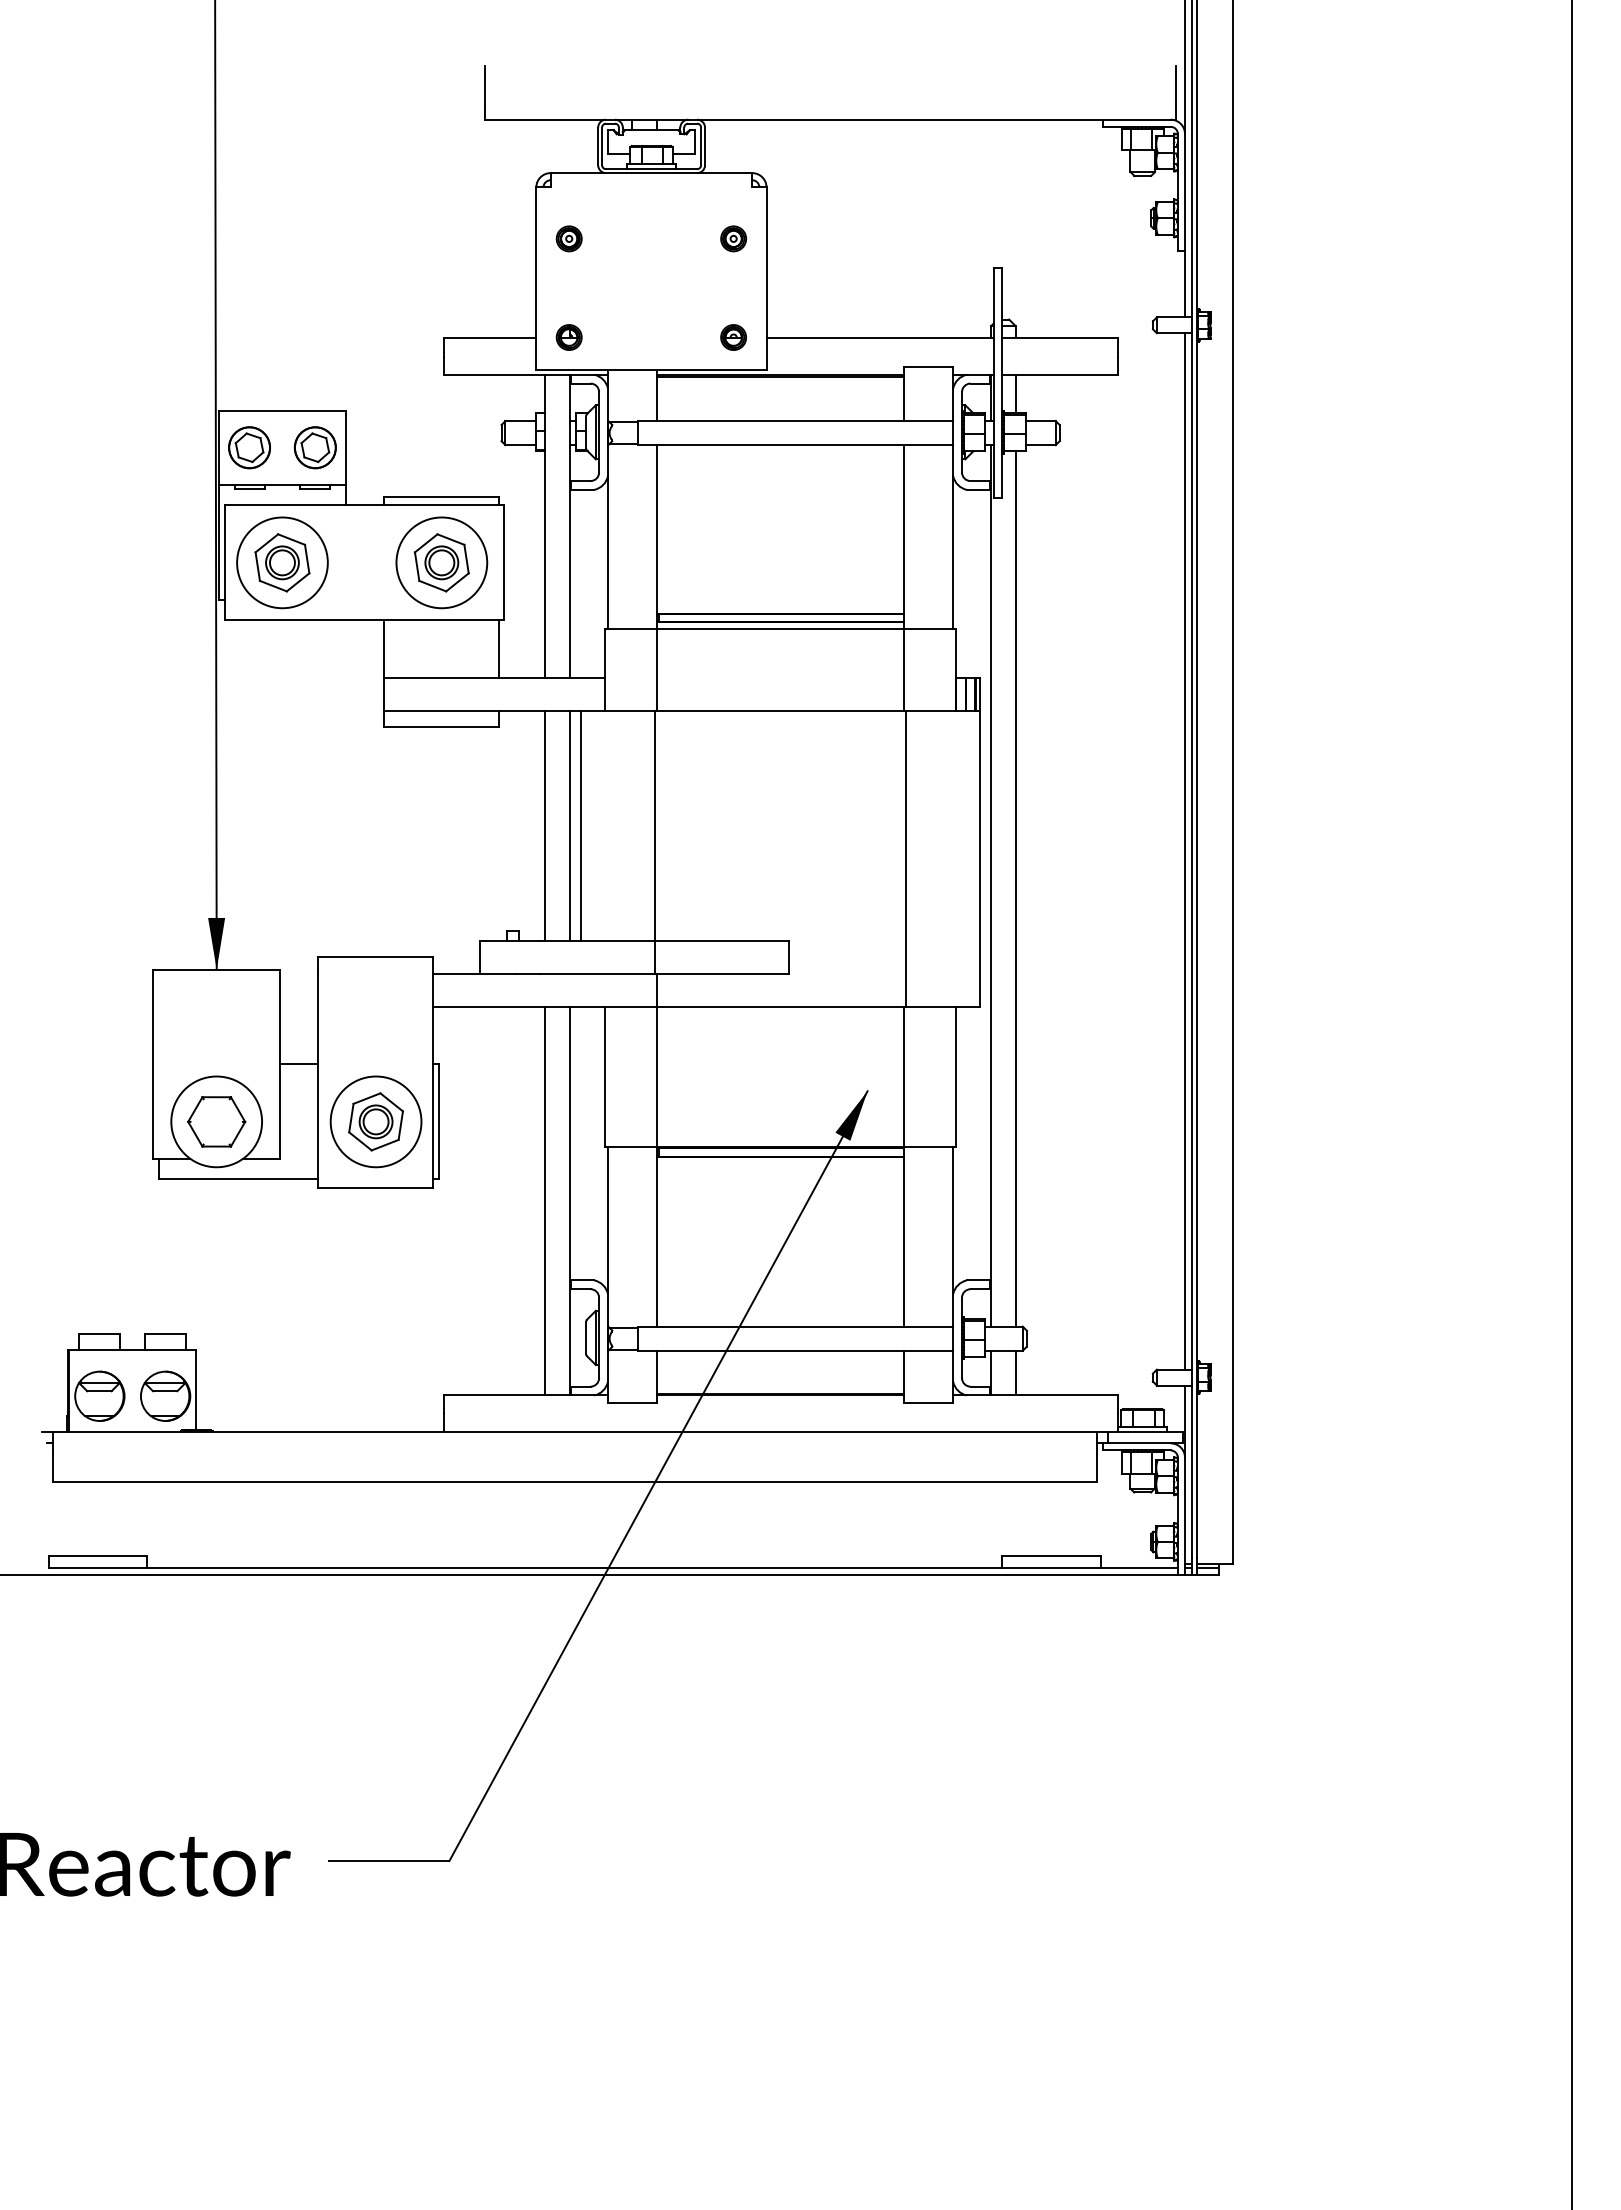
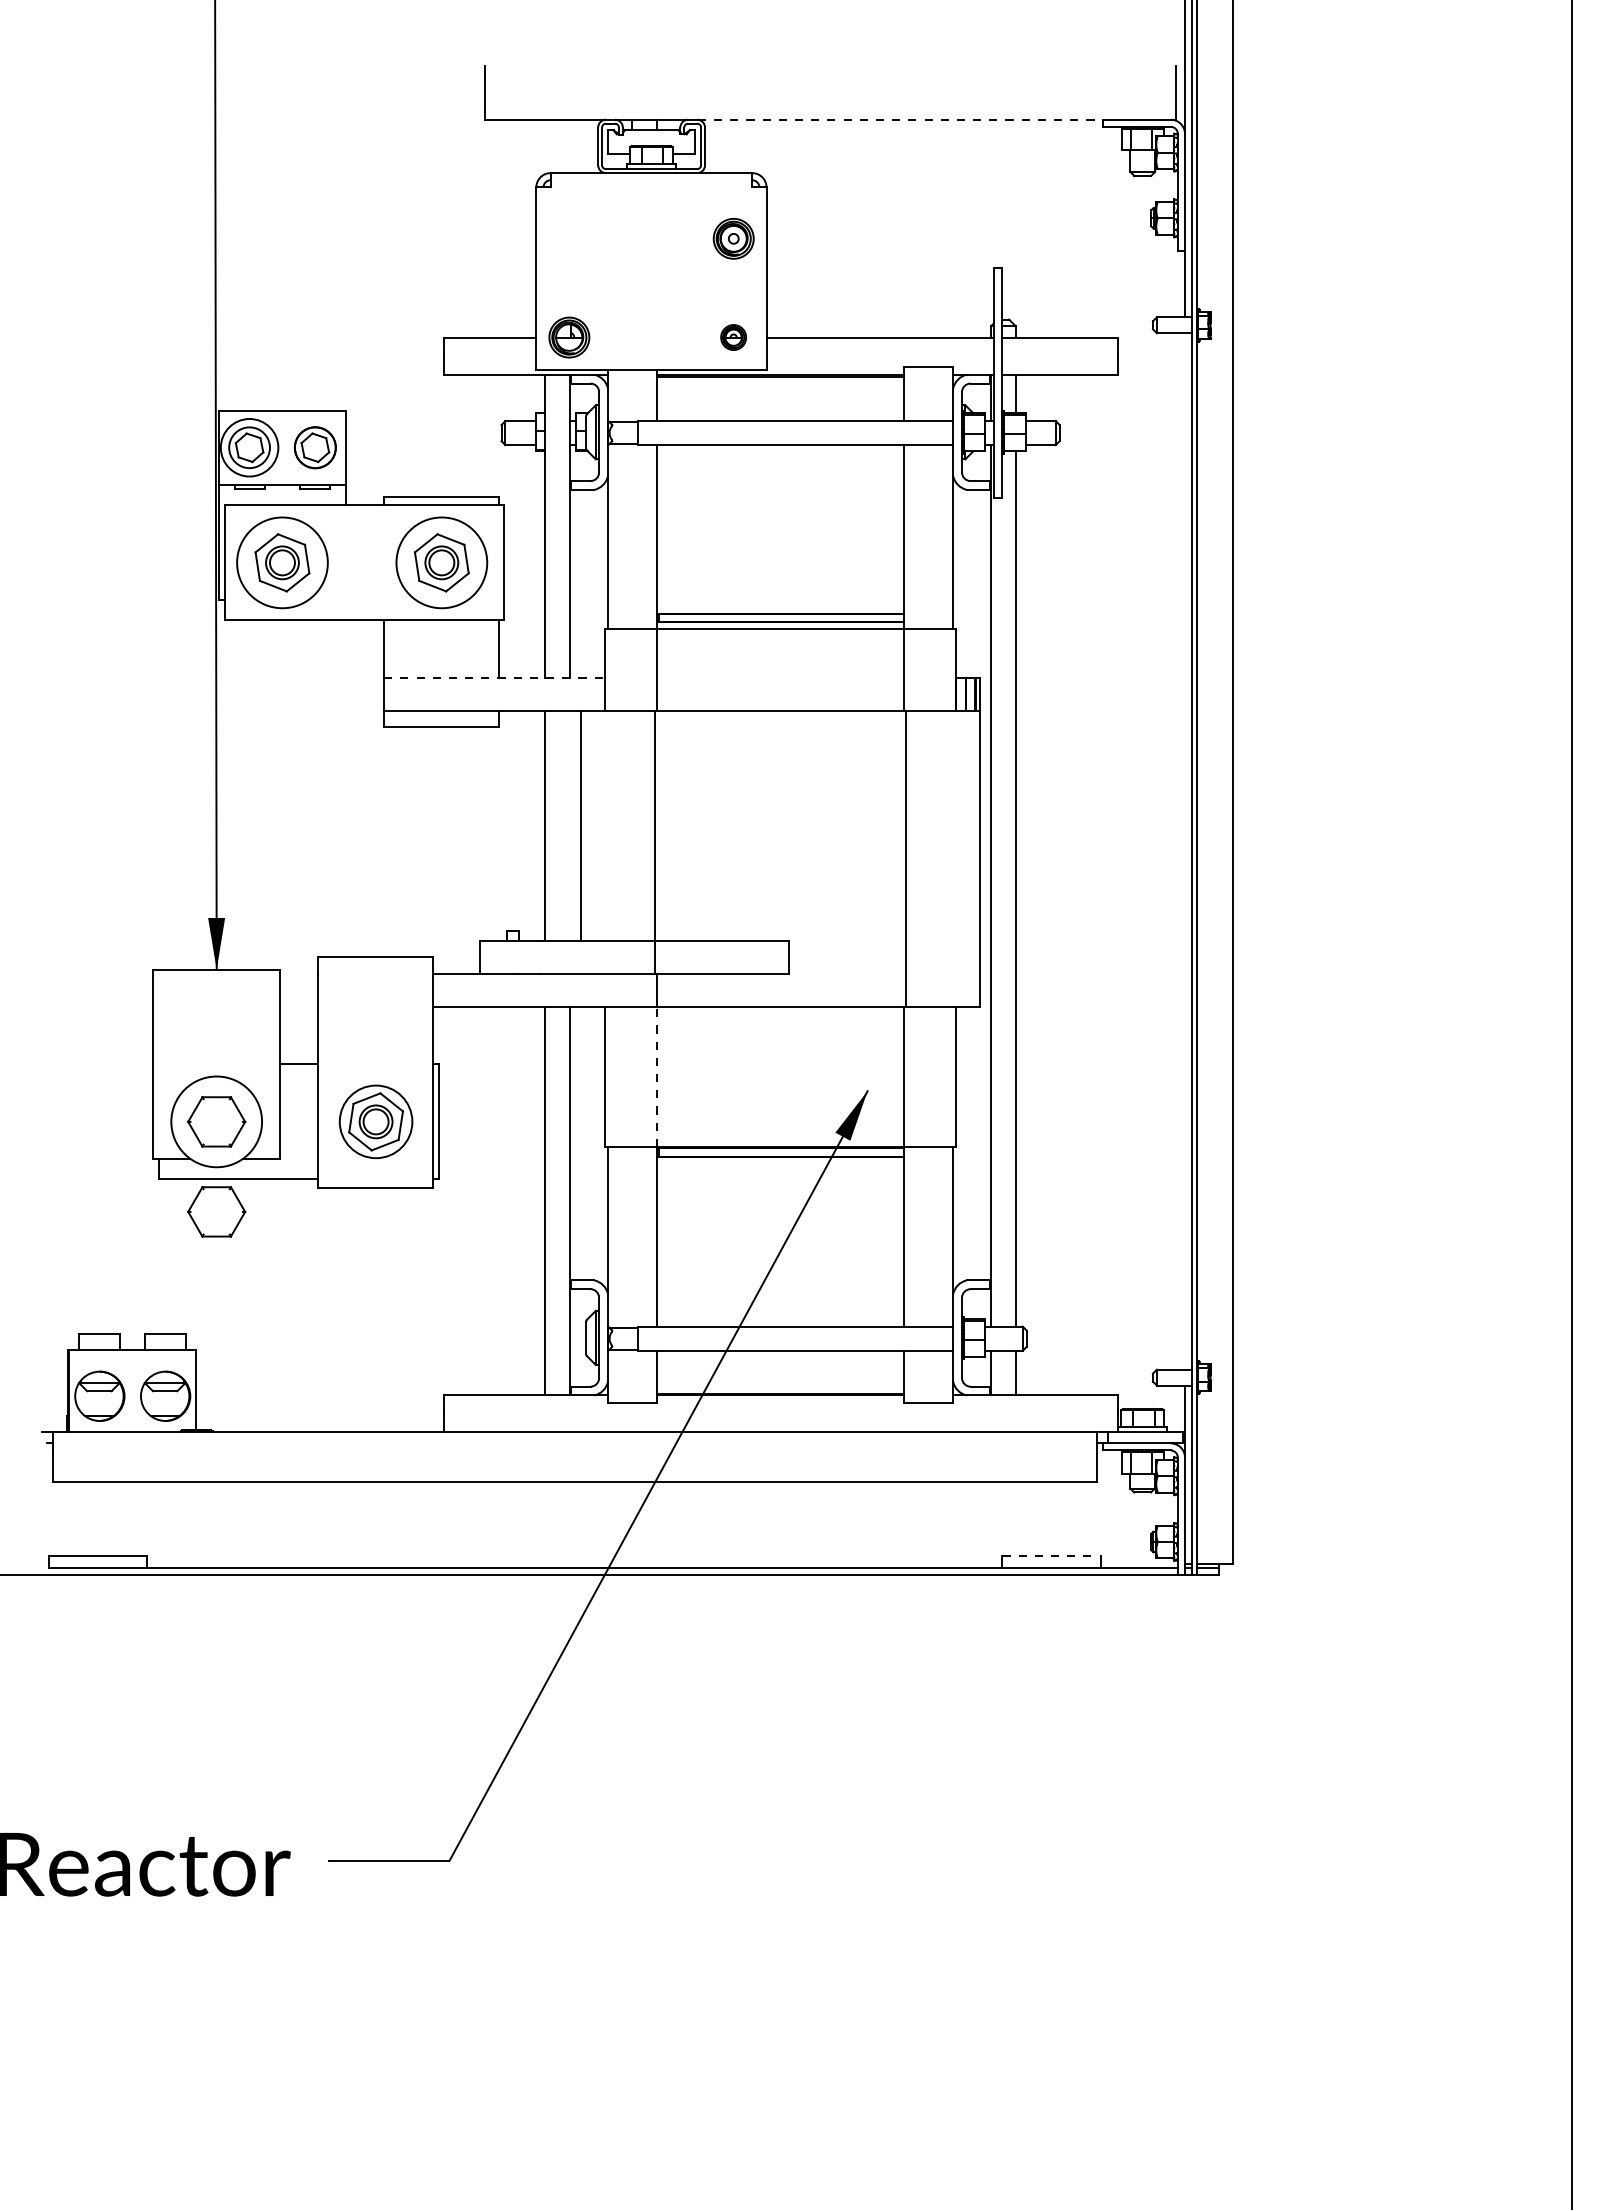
line at (900, 119): solid -> dashed
part at (568, 238): present -> none
part at (733, 238) size: 27x28 px -> 43x42 px
part at (568, 337) size: 28x27 px -> 43x43 px
circle at (249, 447) diameter: 41 px -> 58 px
line at (494, 677): solid -> dashed
line at (570, 825): present -> none
line at (1185, 851): present -> none
line at (657, 1076): solid -> dashed
circle at (375, 1121) diameter: 91 px -> 73 px
part at (216, 1211): none -> present
line at (1052, 1555): solid -> dashed
